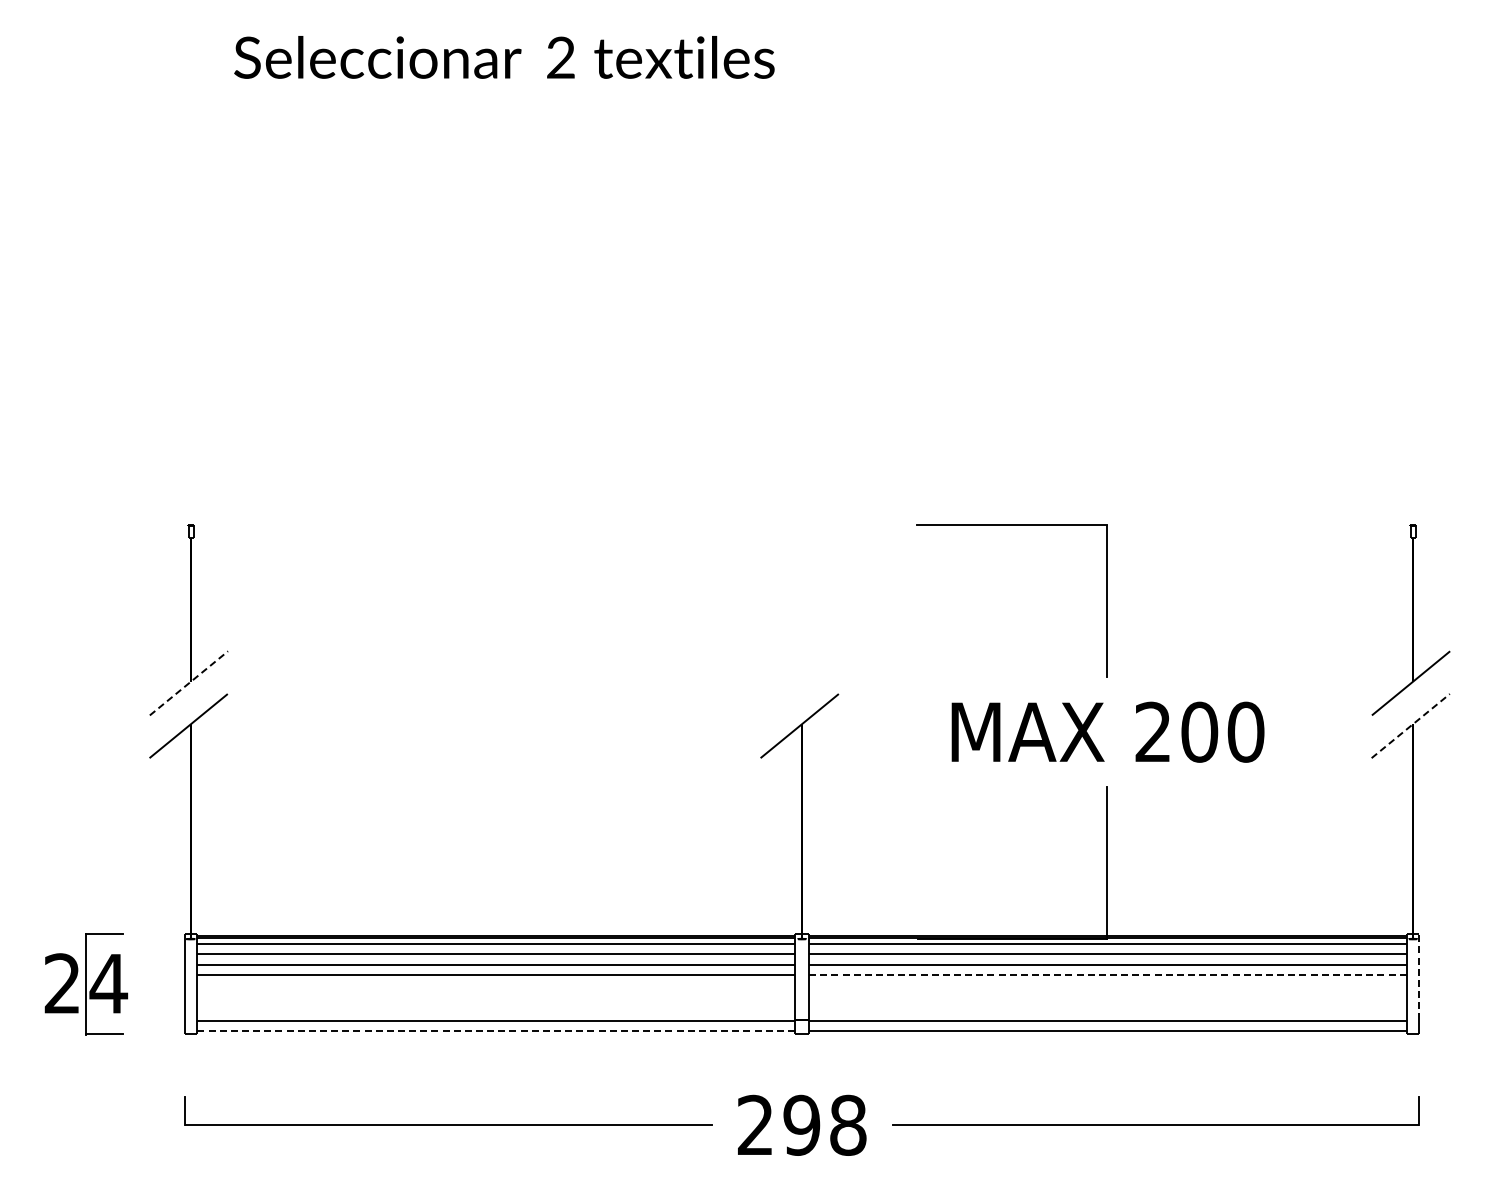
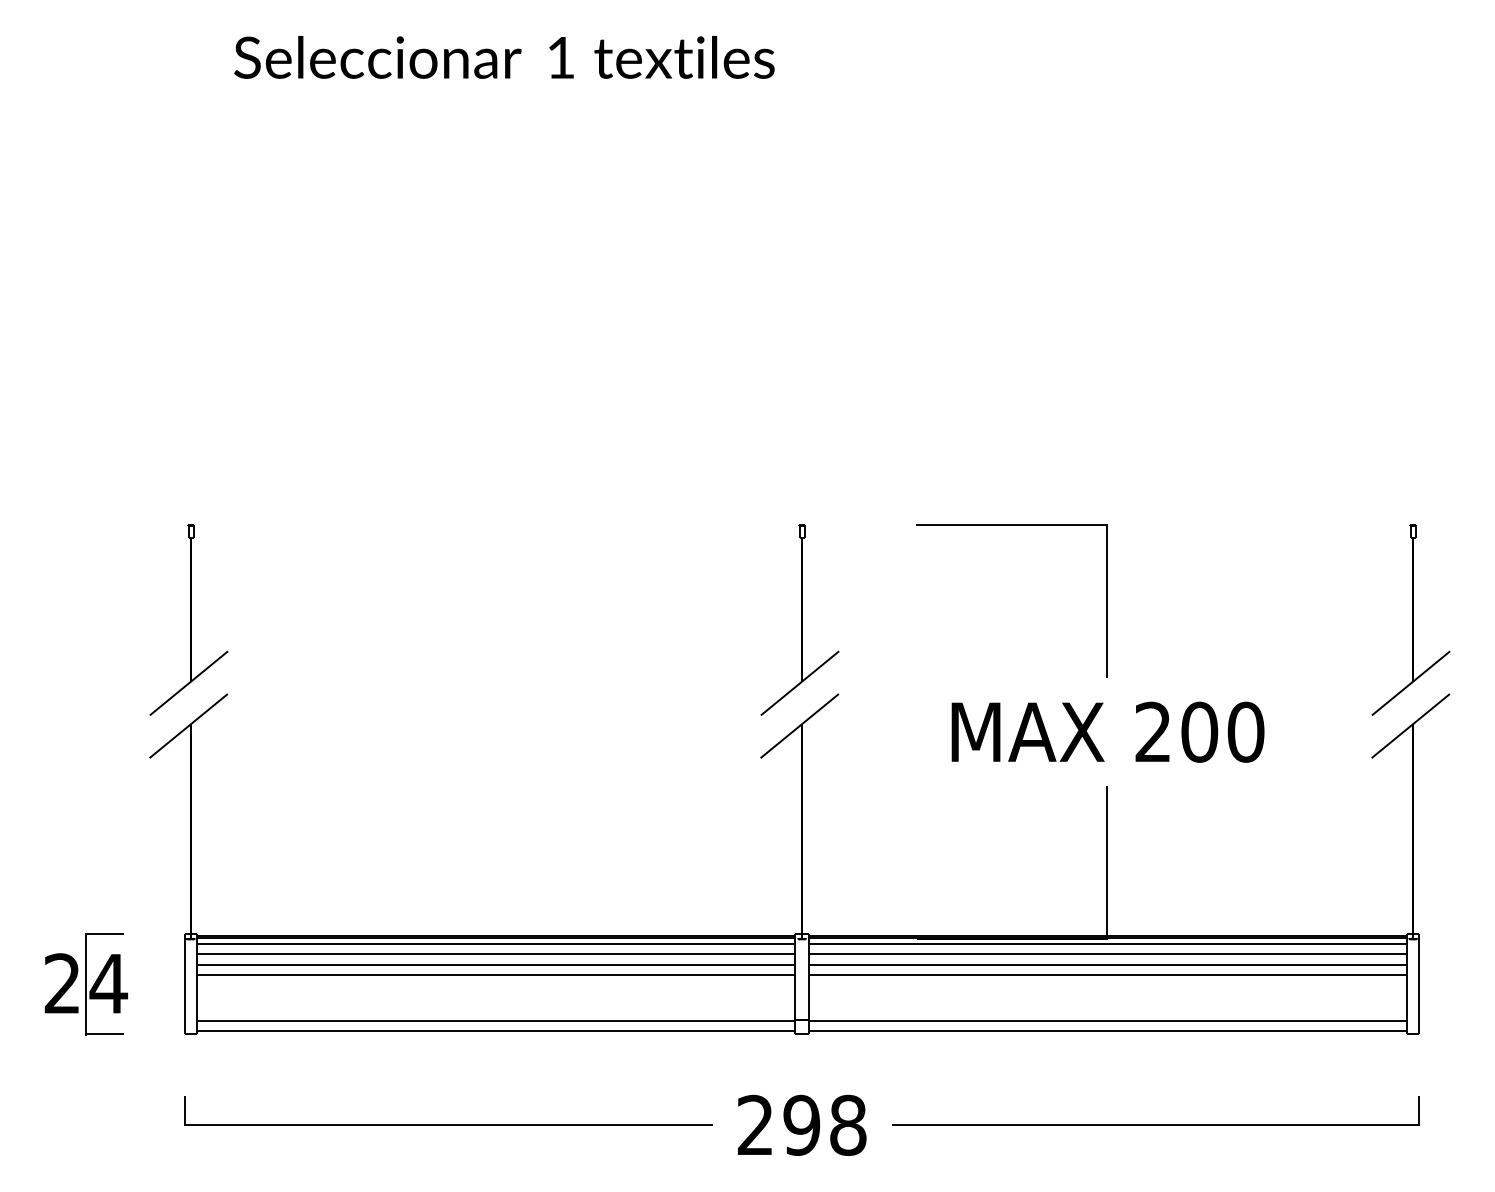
text at (560, 57): 2 -> 1
part at (799, 619): none -> present
line at (188, 683): dashed -> solid
line at (1410, 726): dashed -> solid
line at (1108, 975): dashed -> solid
line at (1418, 976): dashed -> solid
line at (495, 1031): dashed -> solid
